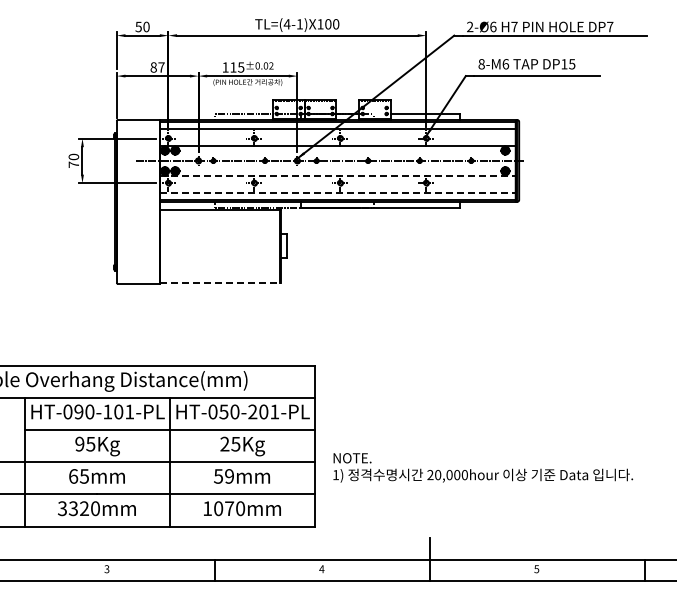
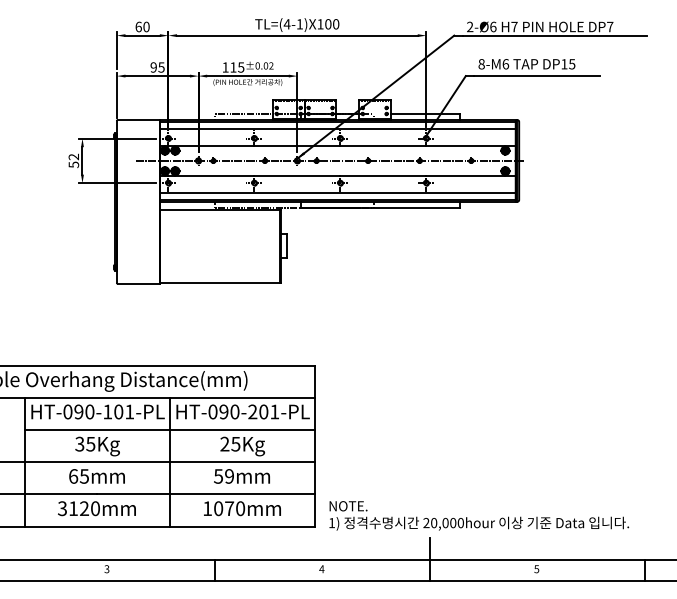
text at (138, 26): 50 -> 60
text at (157, 67): 87 -> 95
text at (73, 160): 70 -> 52
line at (337, 175): dashed -> solid
line at (337, 192): dashed -> solid
line at (220, 282): dashed -> solid
text at (223, 411): HT-050-201-PL -> HT-090-201-PL
text at (79, 444): 95Kg -> 35Kg
text at (483, 467) position: (483, 467) -> (479, 515)
text at (72, 508): 3320mm -> 3120mm
